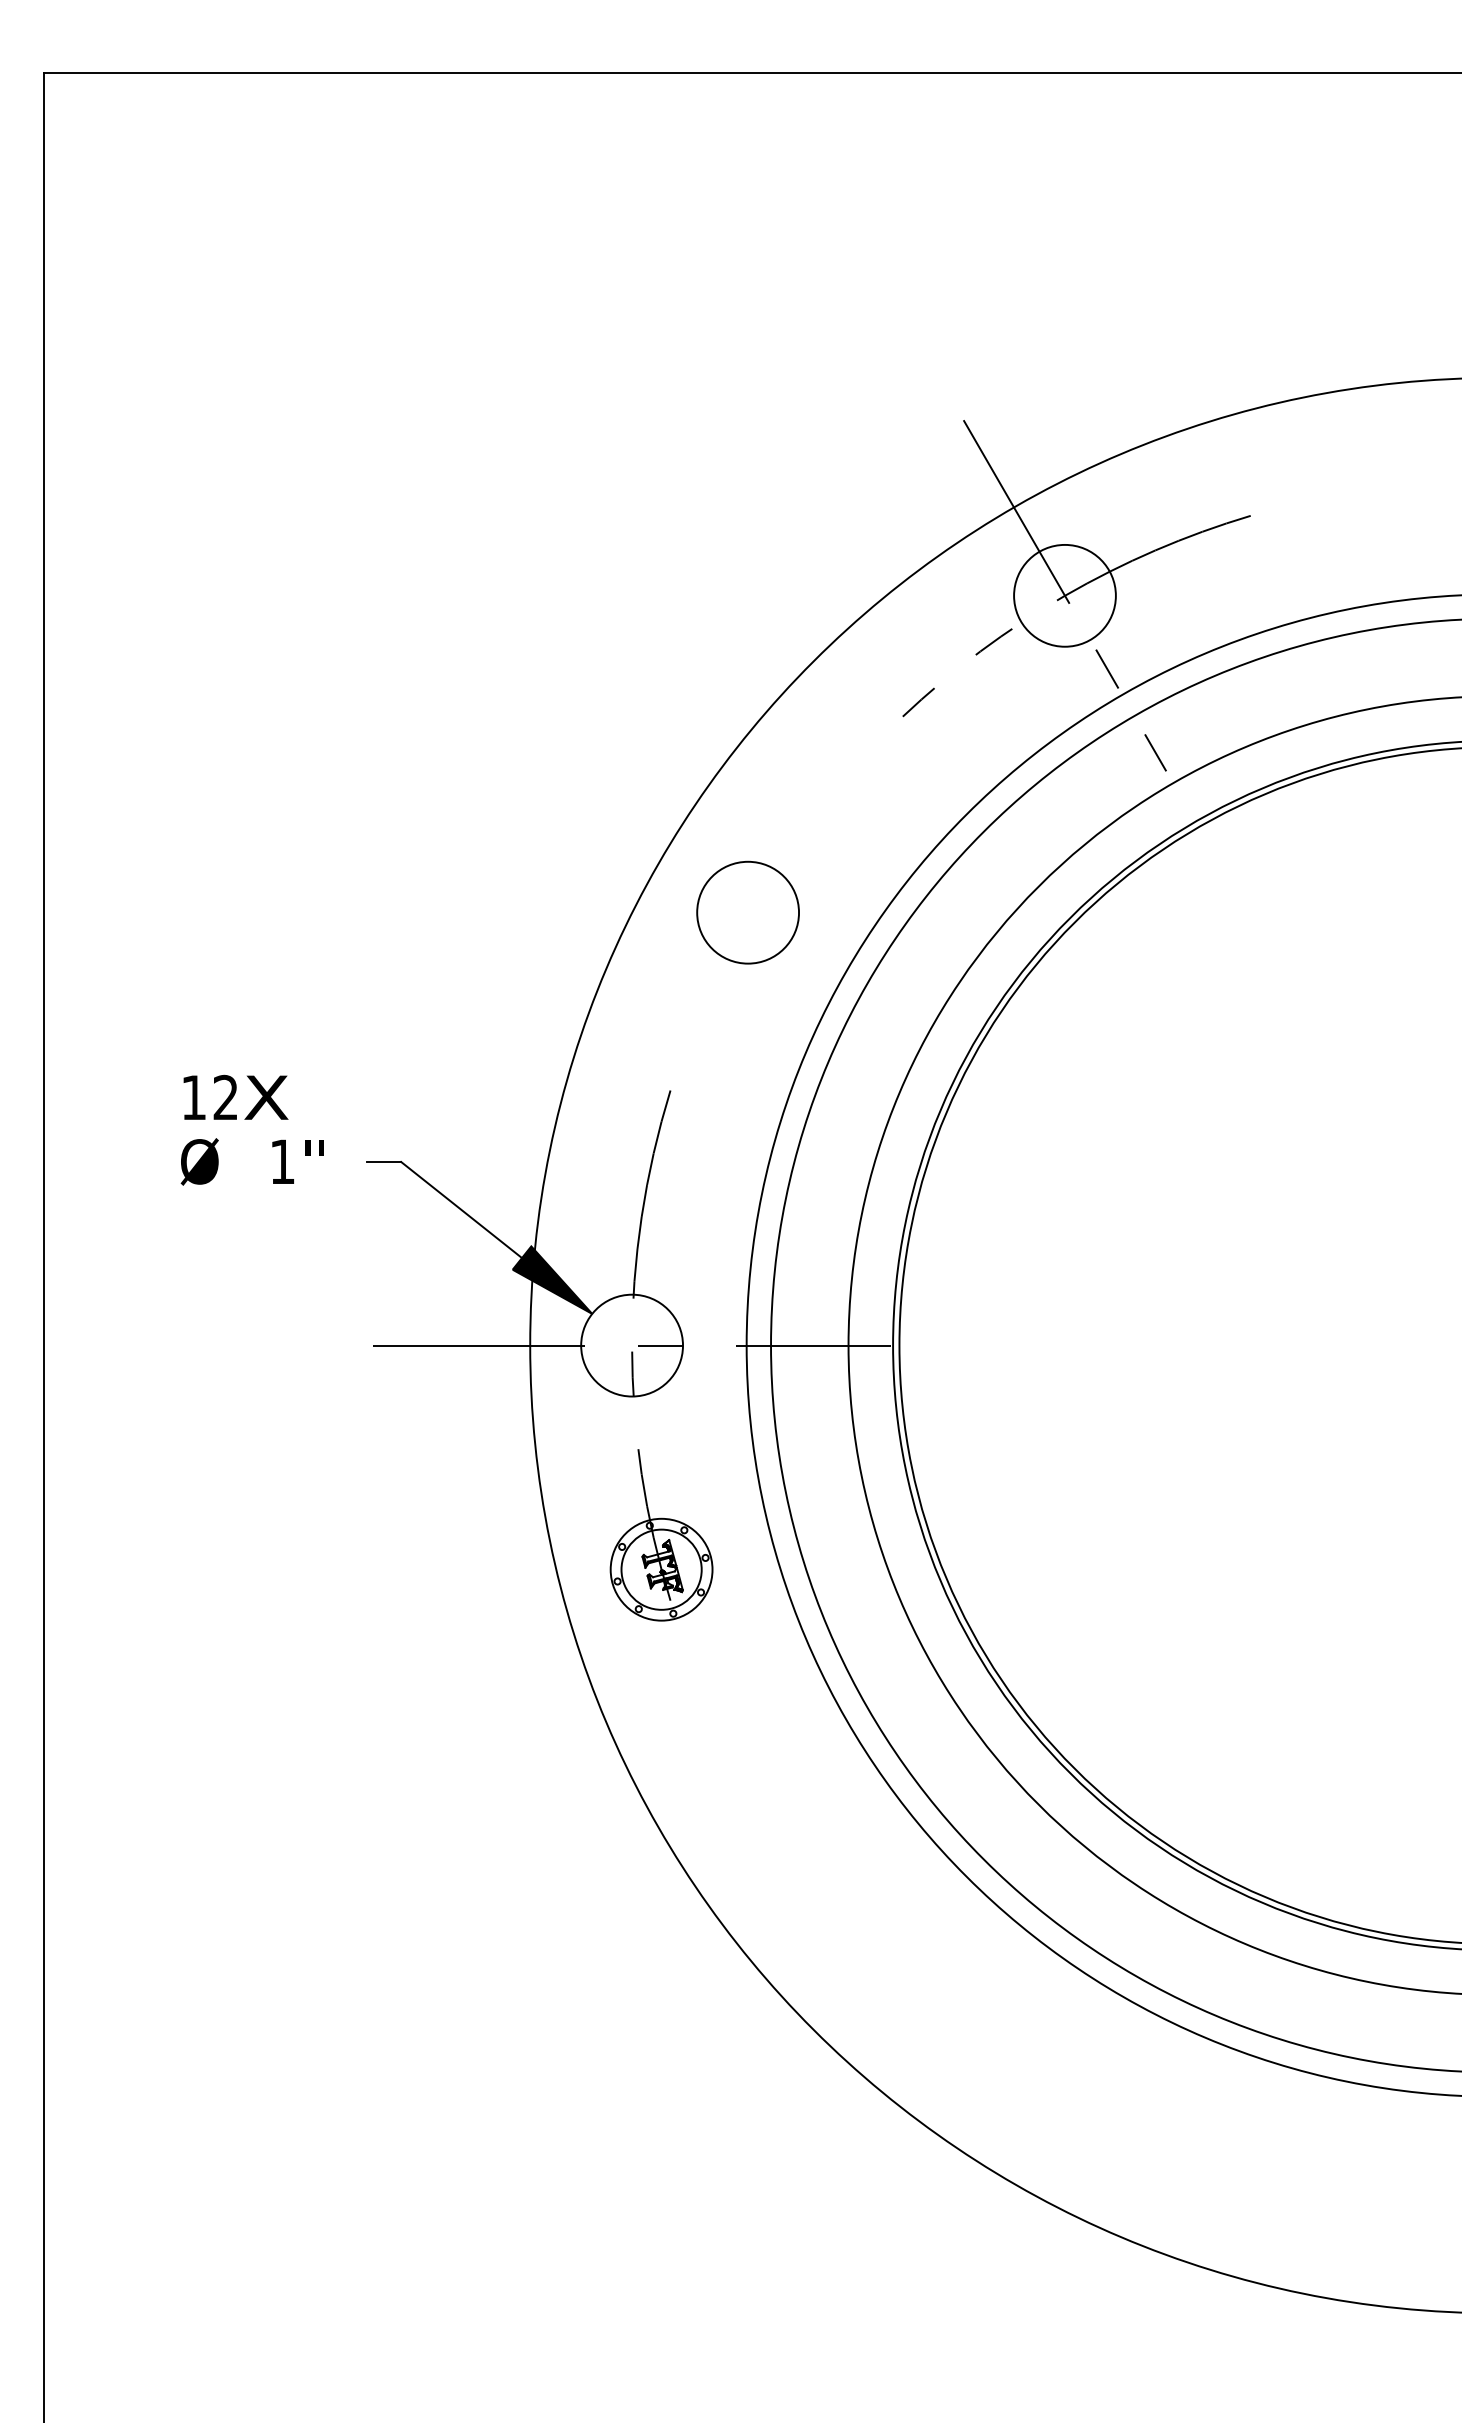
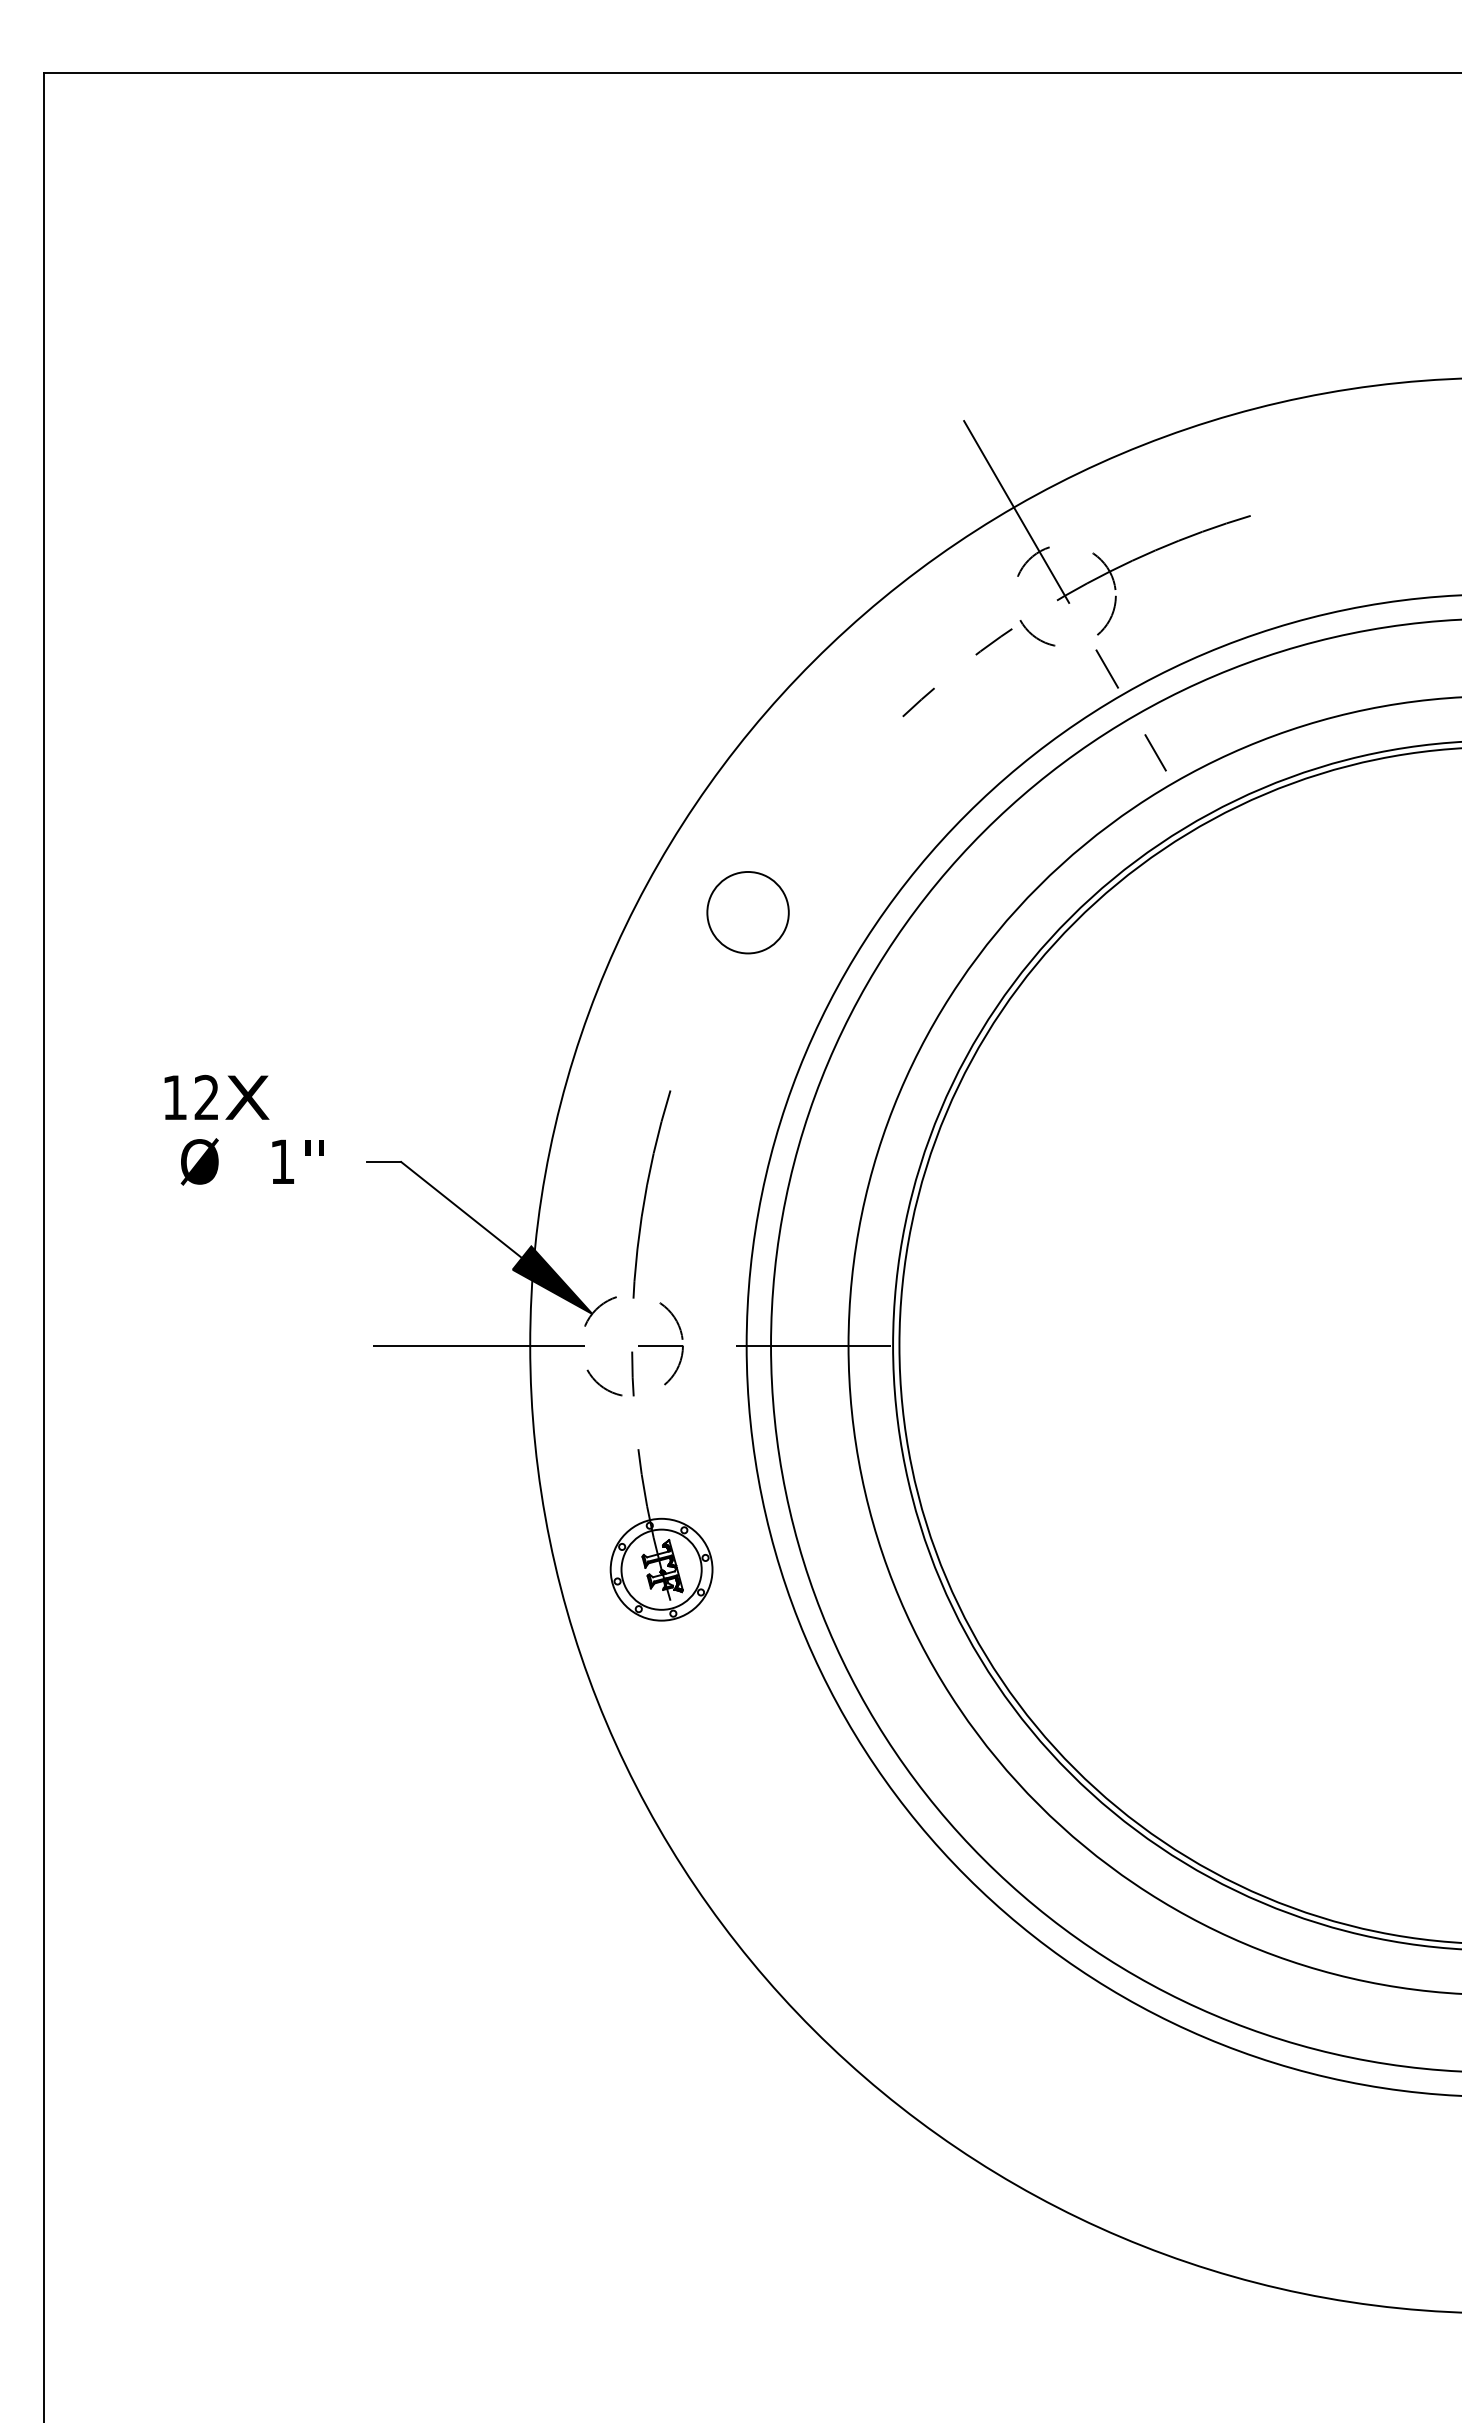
circle at (1064, 595): solid -> dashed
circle at (748, 912) diameter: 102 px -> 81 px
text at (235, 1096) position: (235, 1096) -> (216, 1096)
circle at (632, 1345): solid -> dashed
